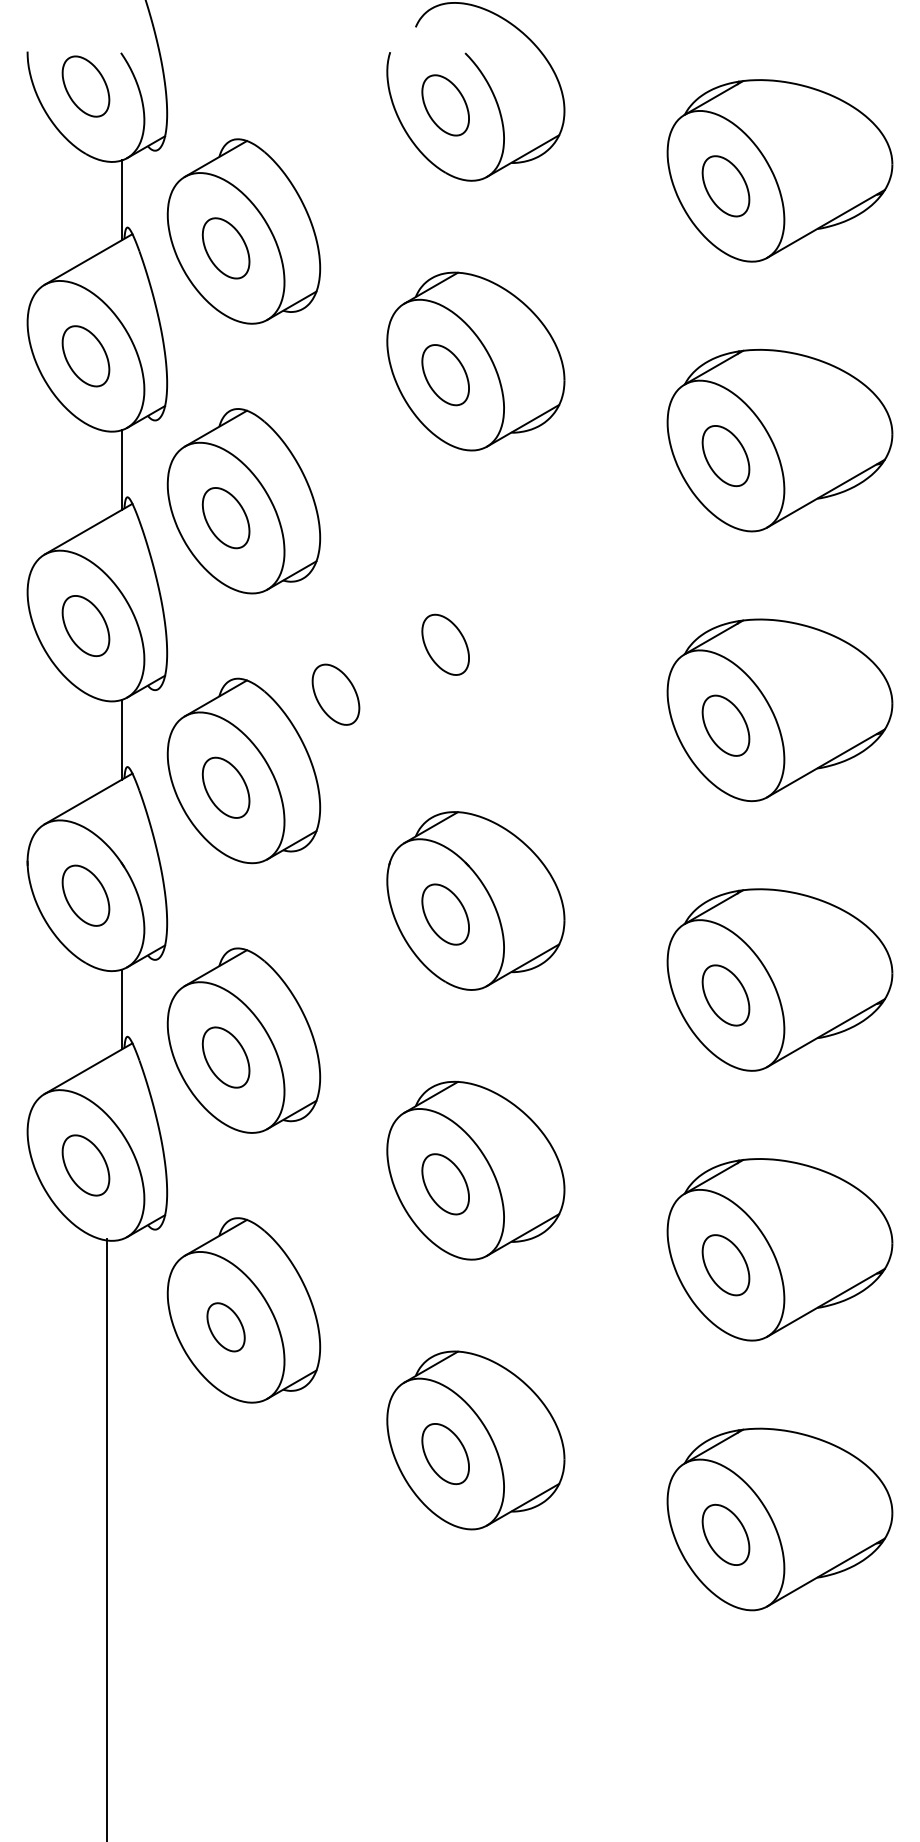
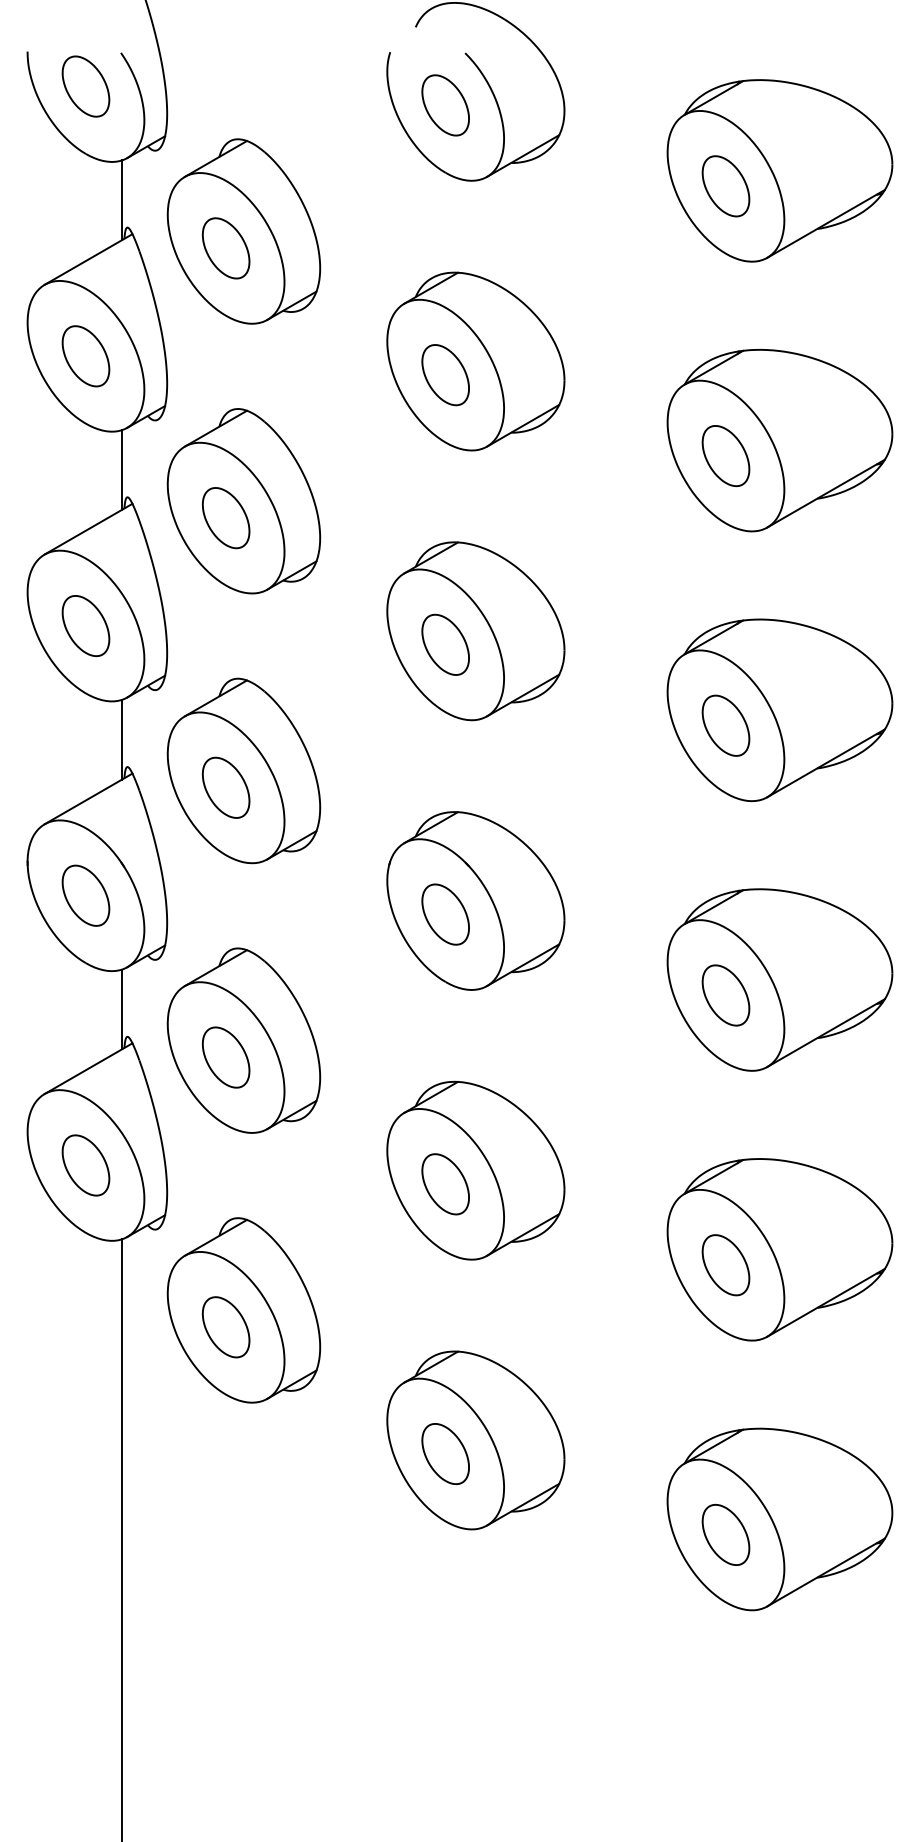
part at (475, 631): none -> present
part at (335, 694): present -> none
part at (225, 1327) size: 40x51 px -> 50x63 px
line at (107, 1538) position: (107, 1538) -> (122, 1538)
